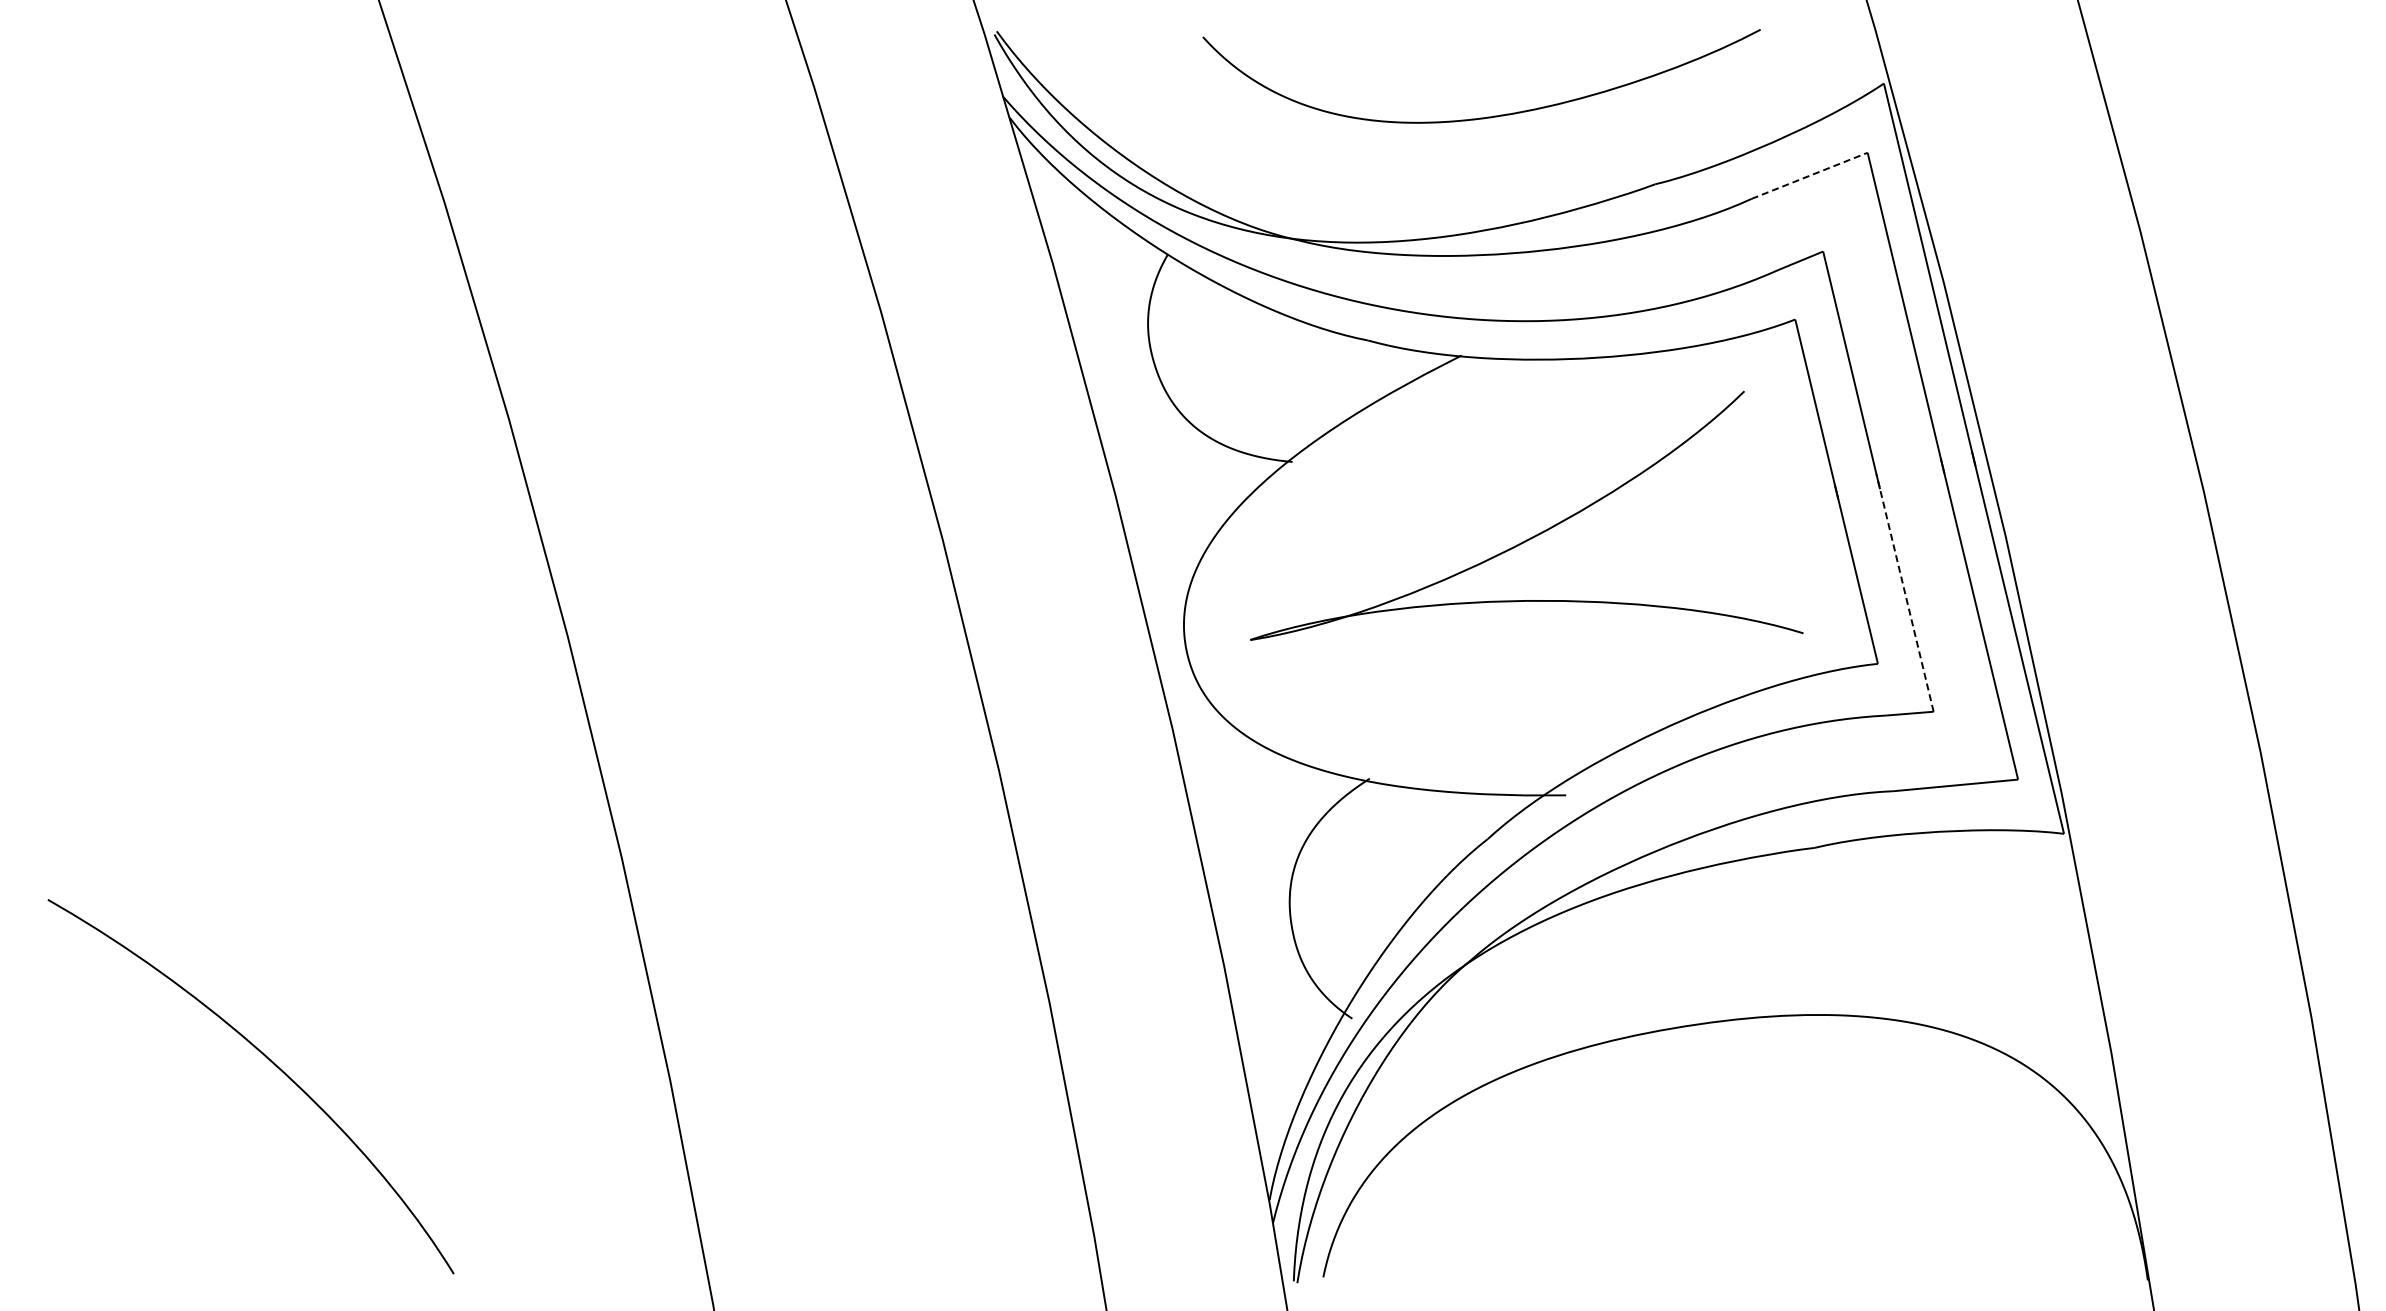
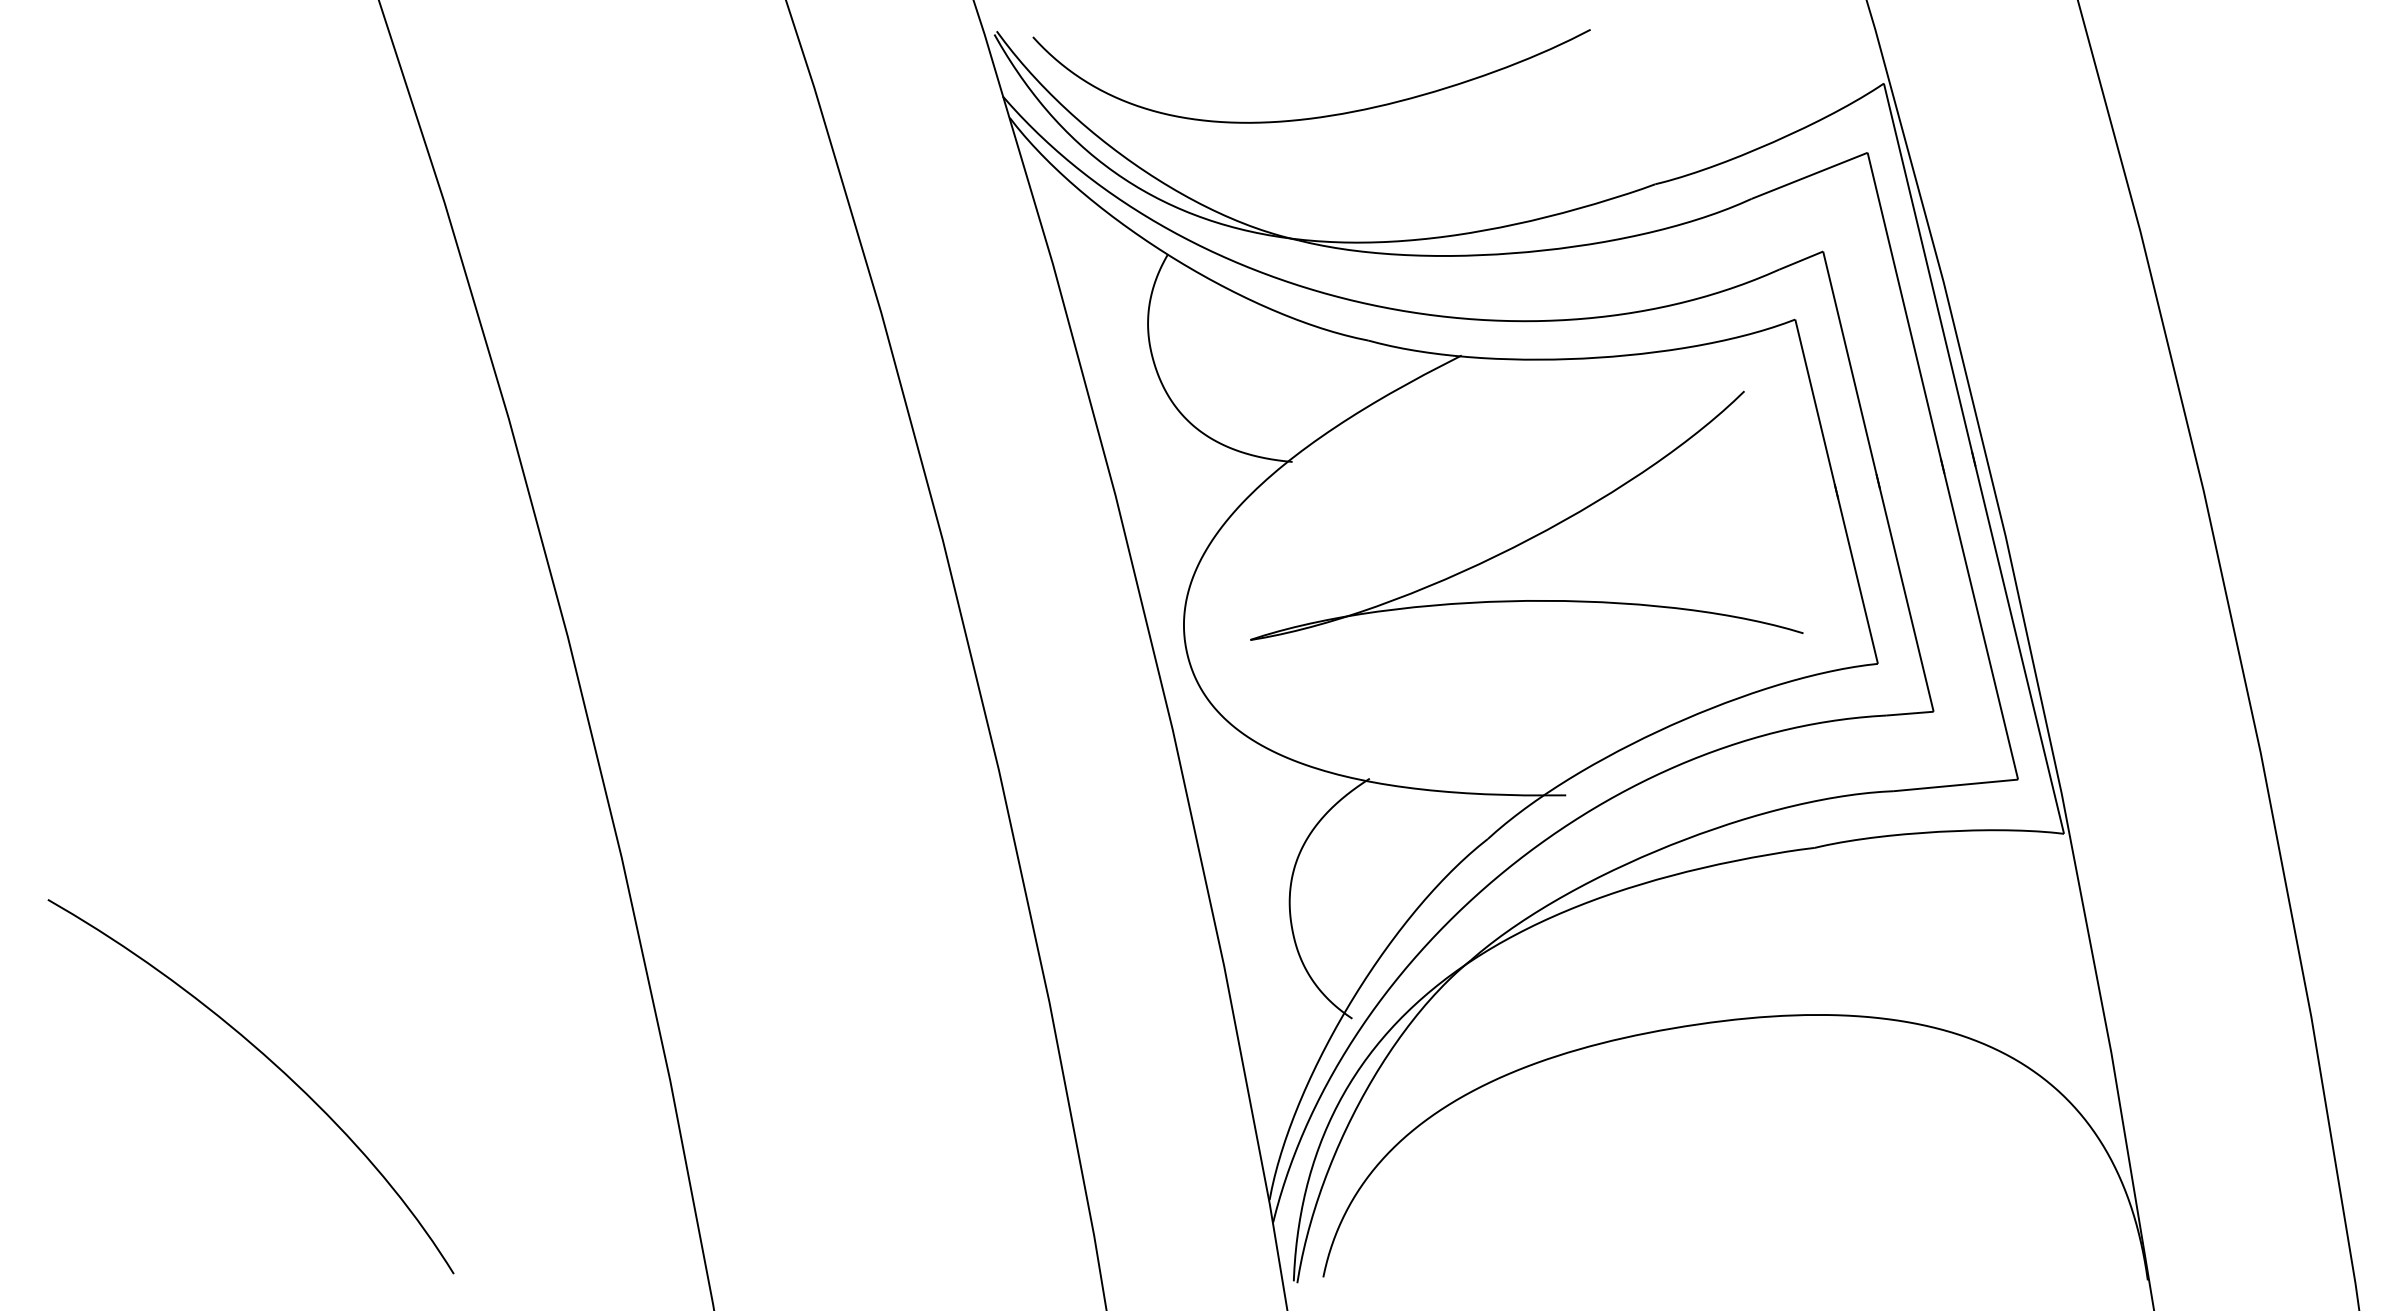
curve at (1487, 116) position: (1487, 116) -> (1317, 116)
line at (1810, 175): dashed -> solid
line at (1904, 592): dashed -> solid
